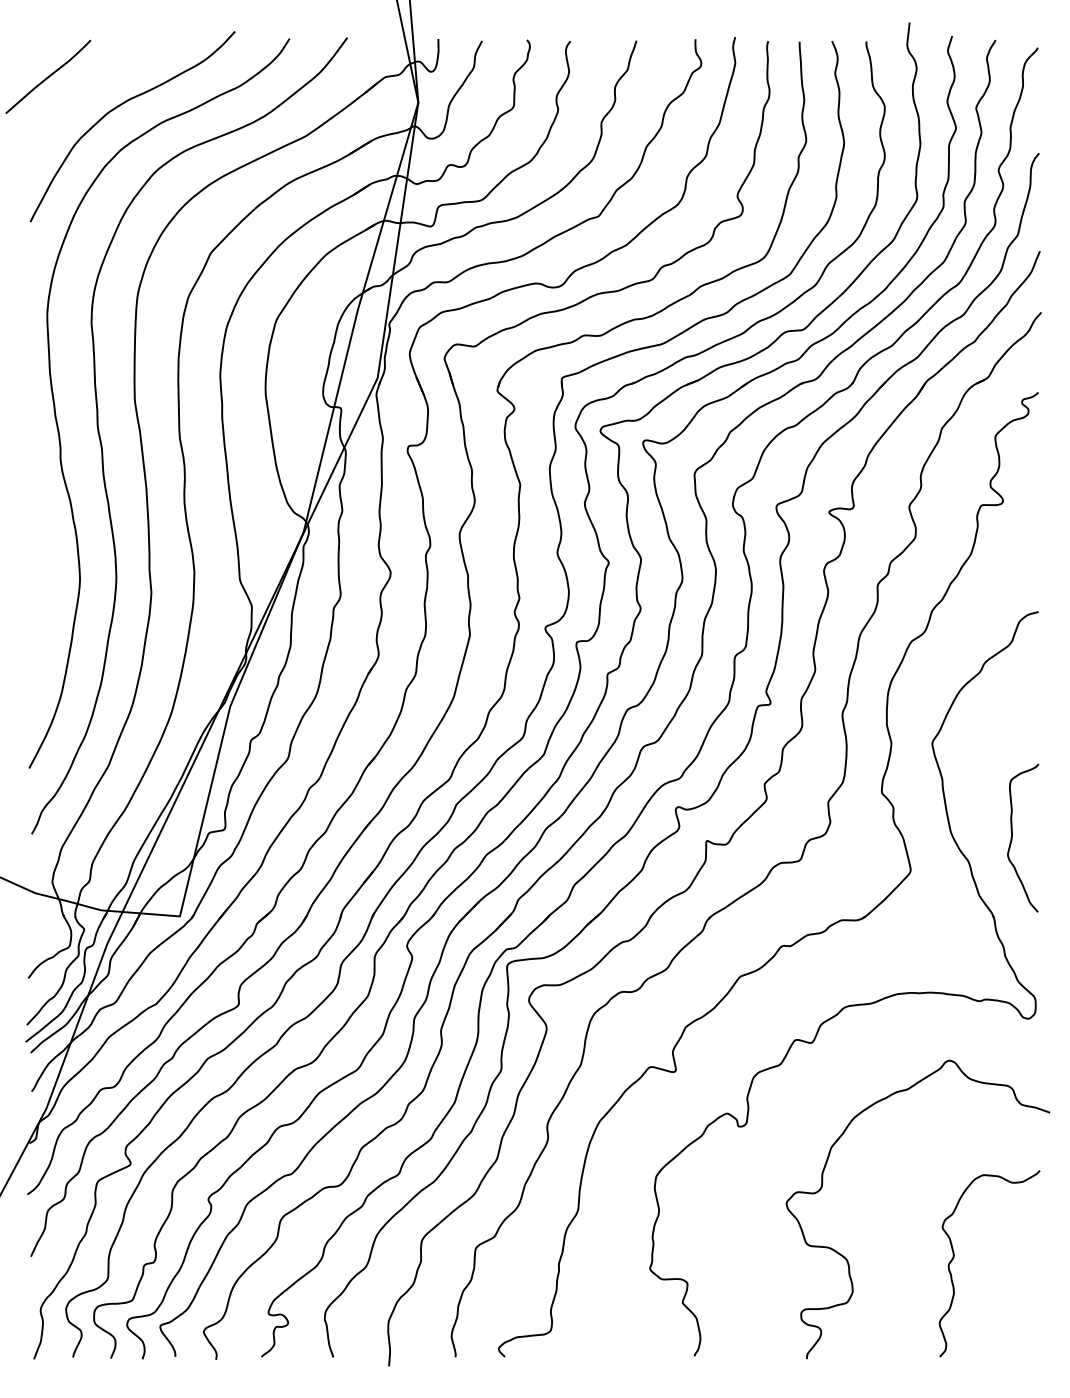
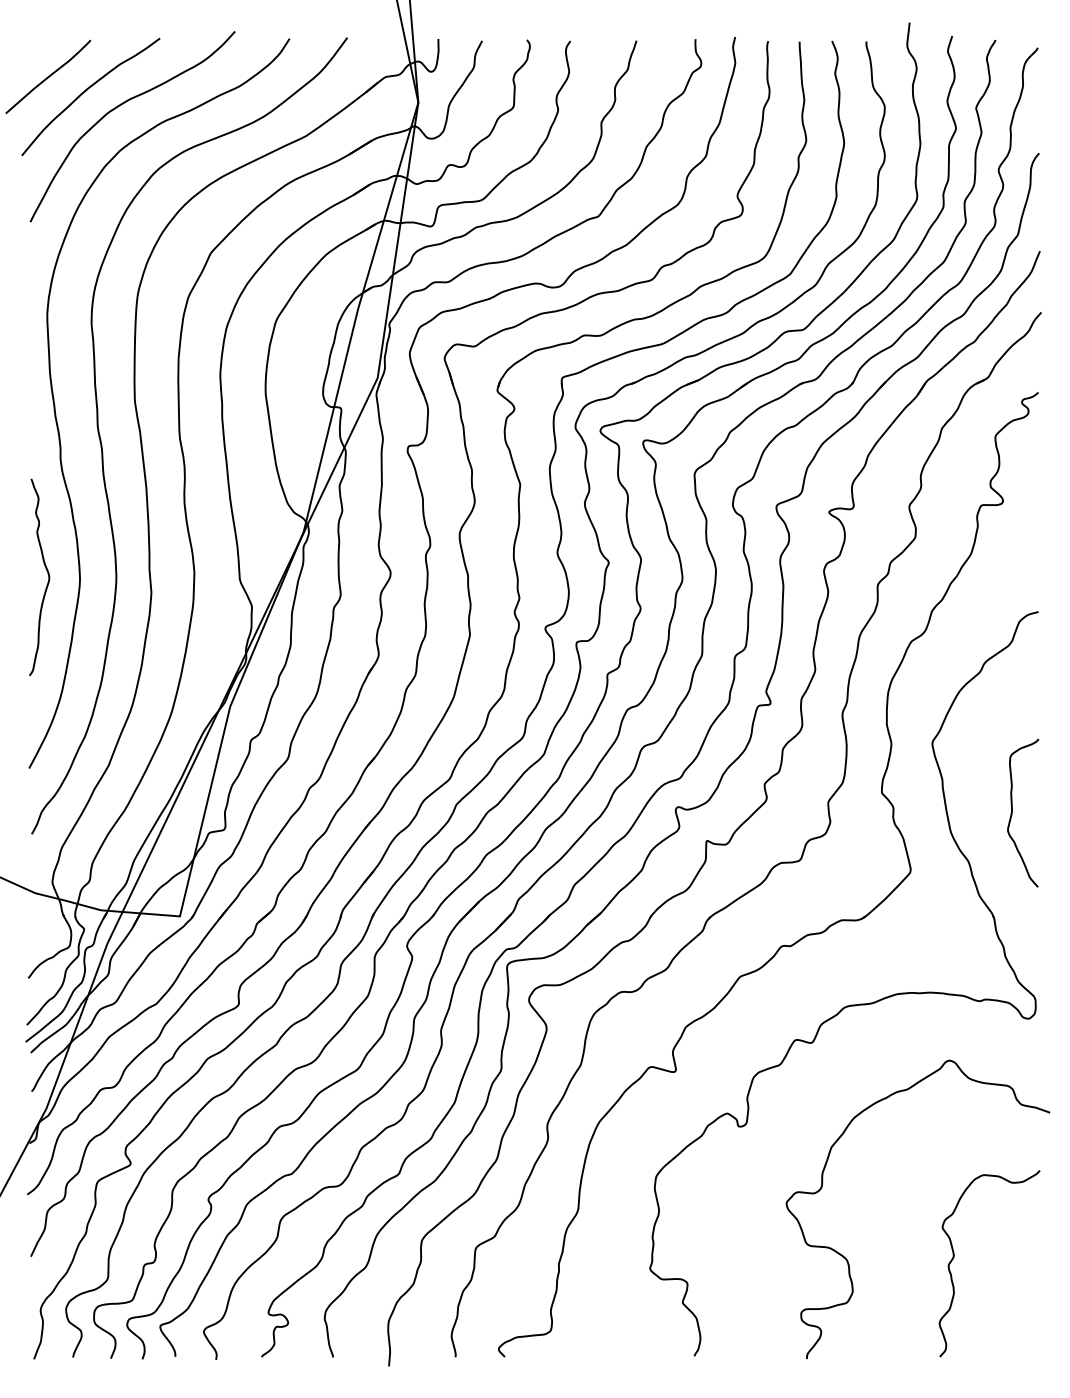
curve at (86, 91): none -> present
curve at (47, 574): none -> present
curve at (1012, 837) position: (1012, 837) -> (1012, 812)
